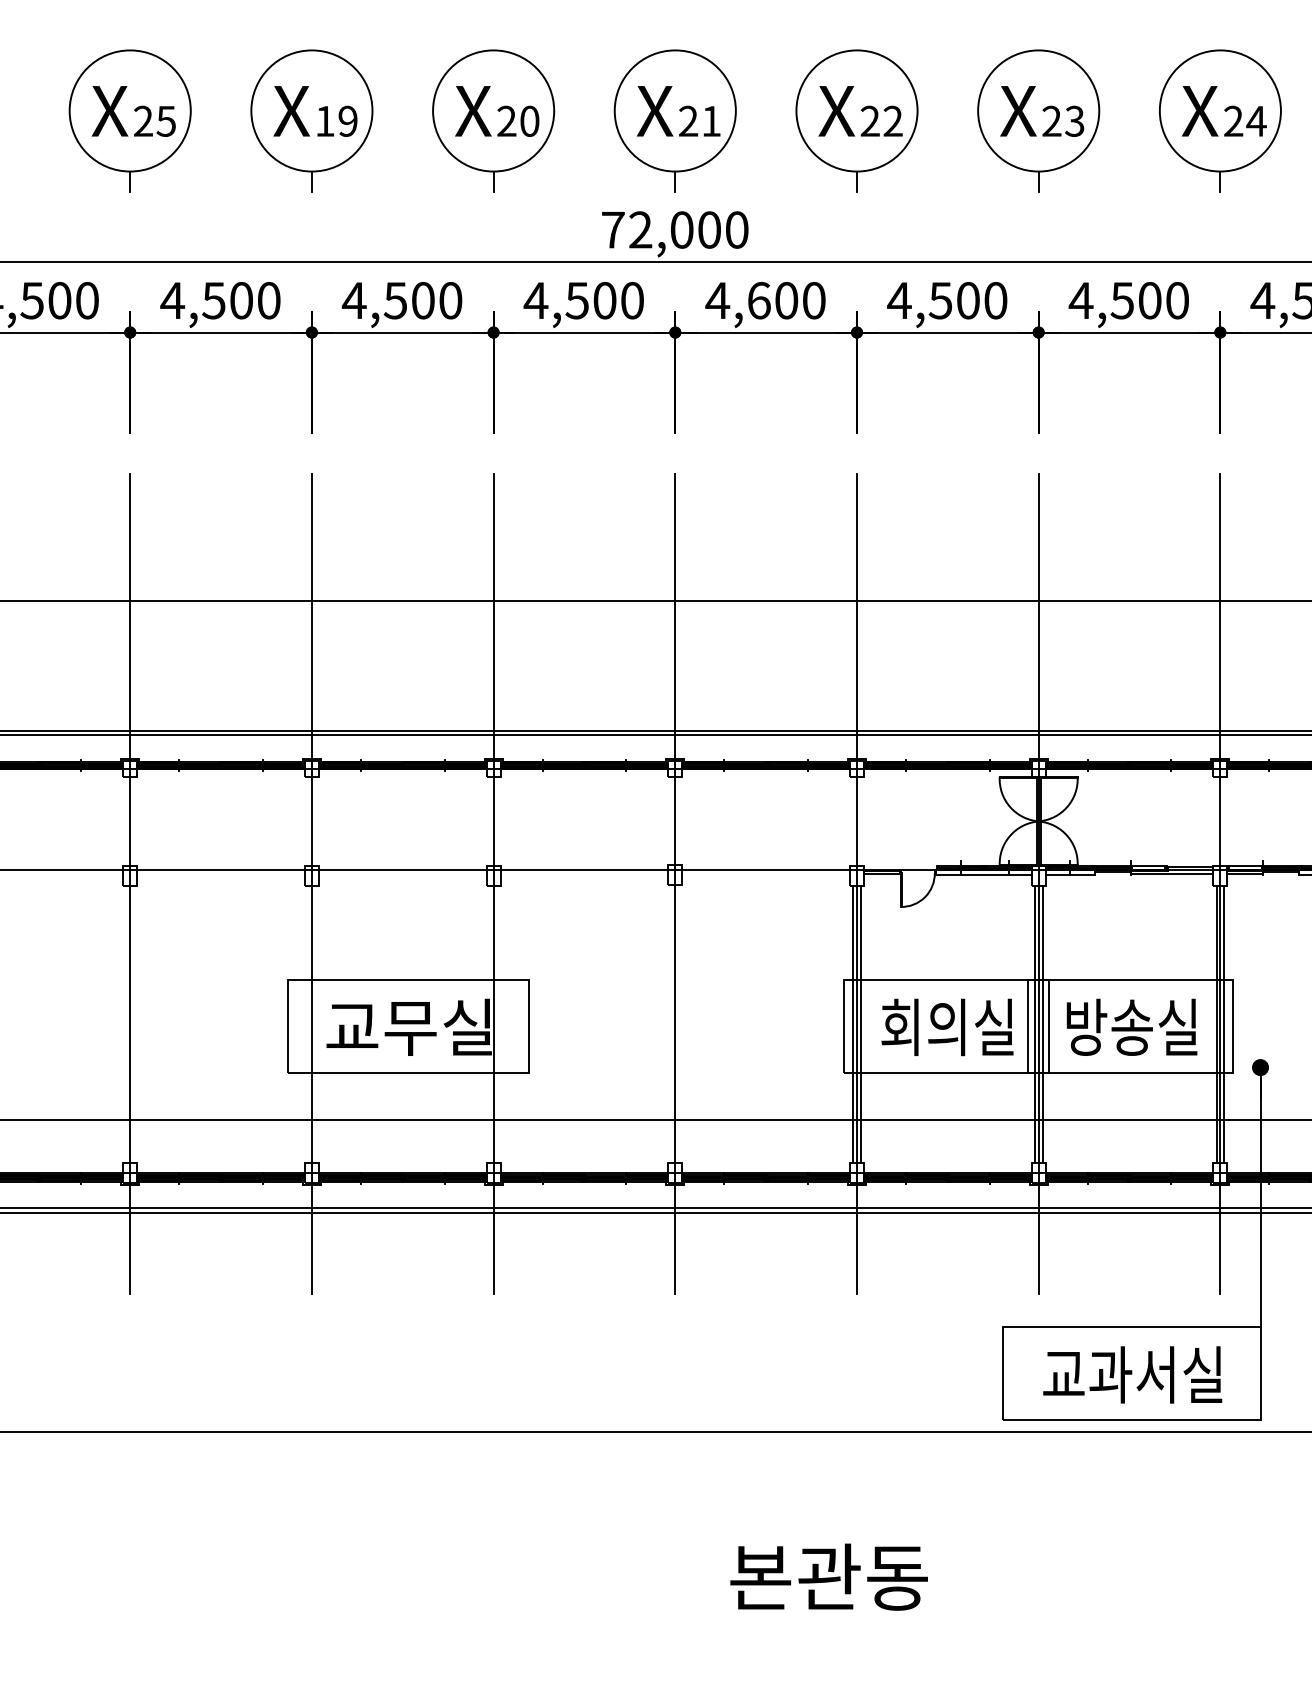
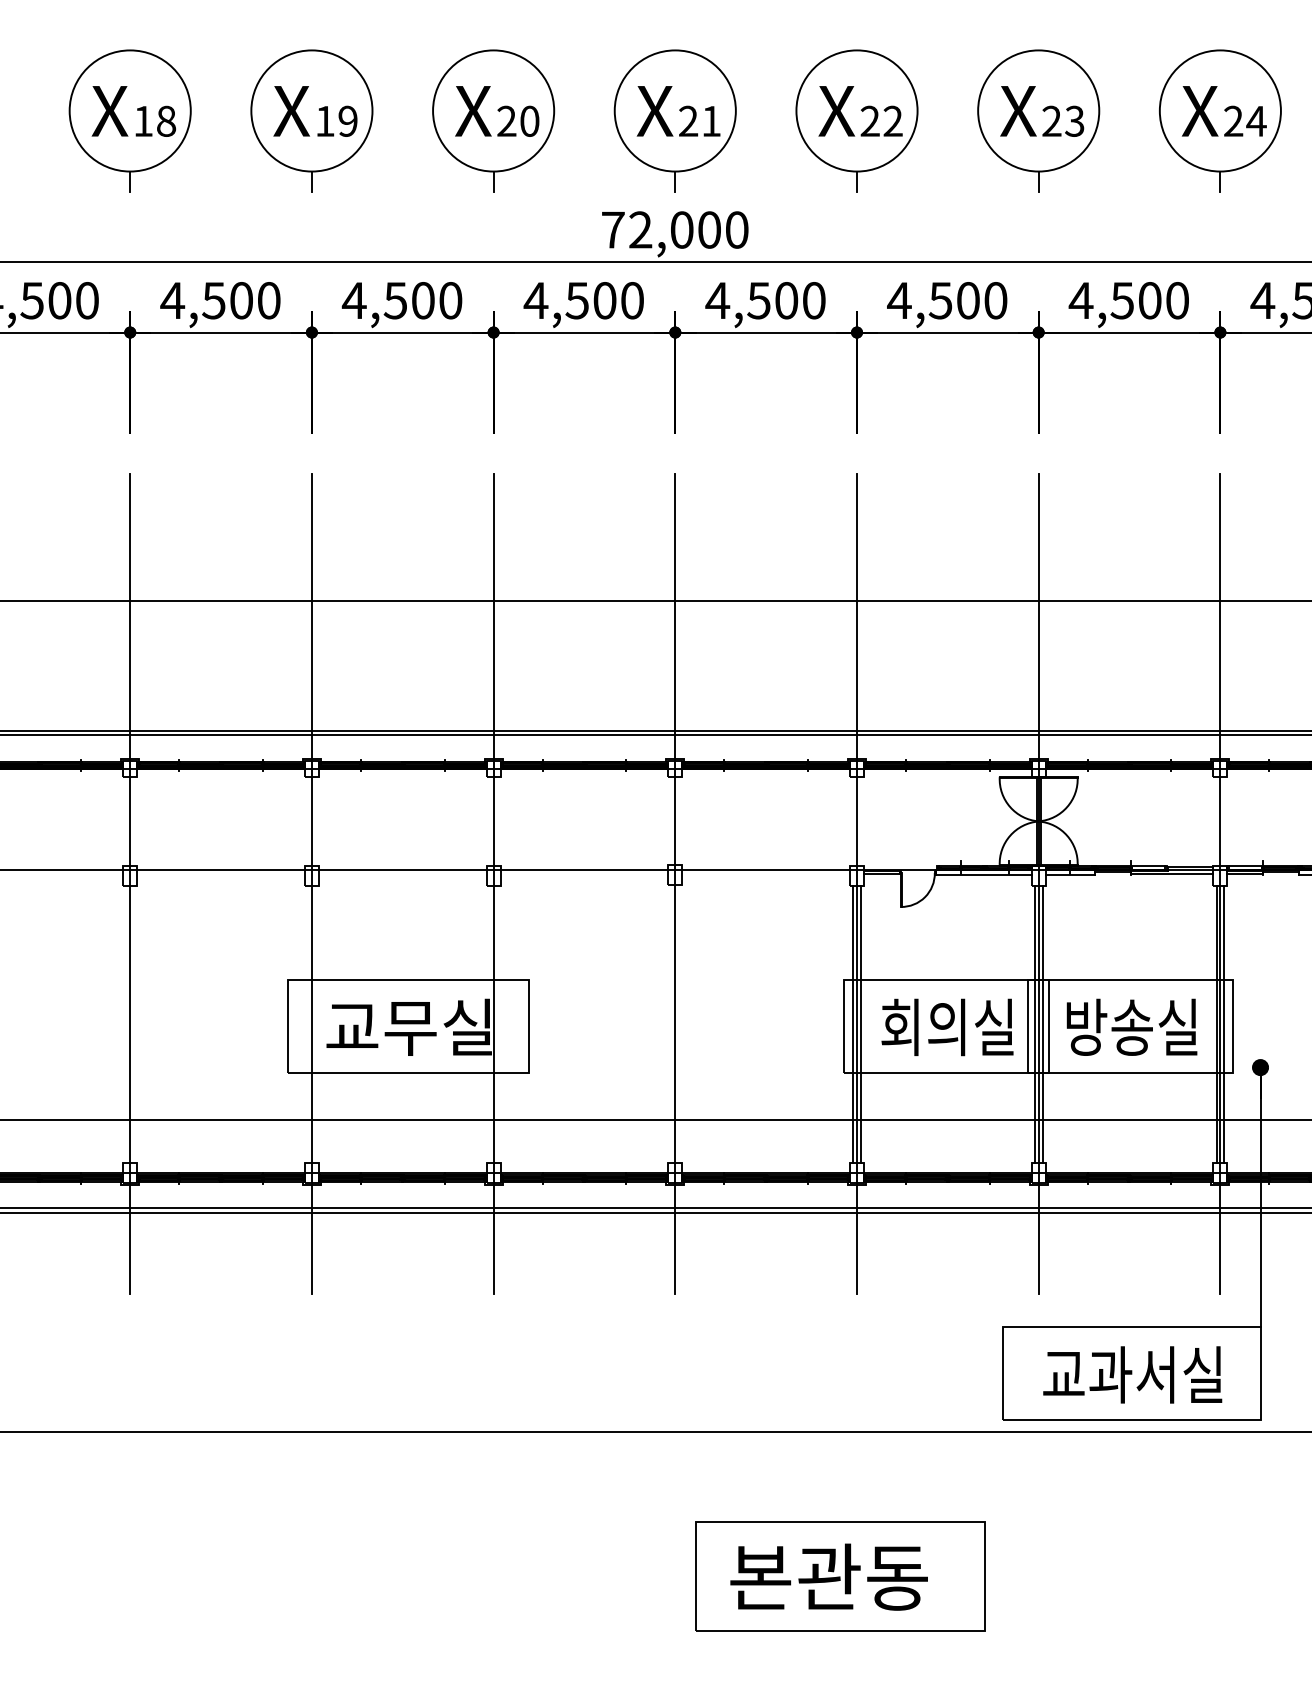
text at (155, 120): 25 -> 18
text at (758, 300): 4,600 -> 4,500
part at (840, 1576): none -> present
